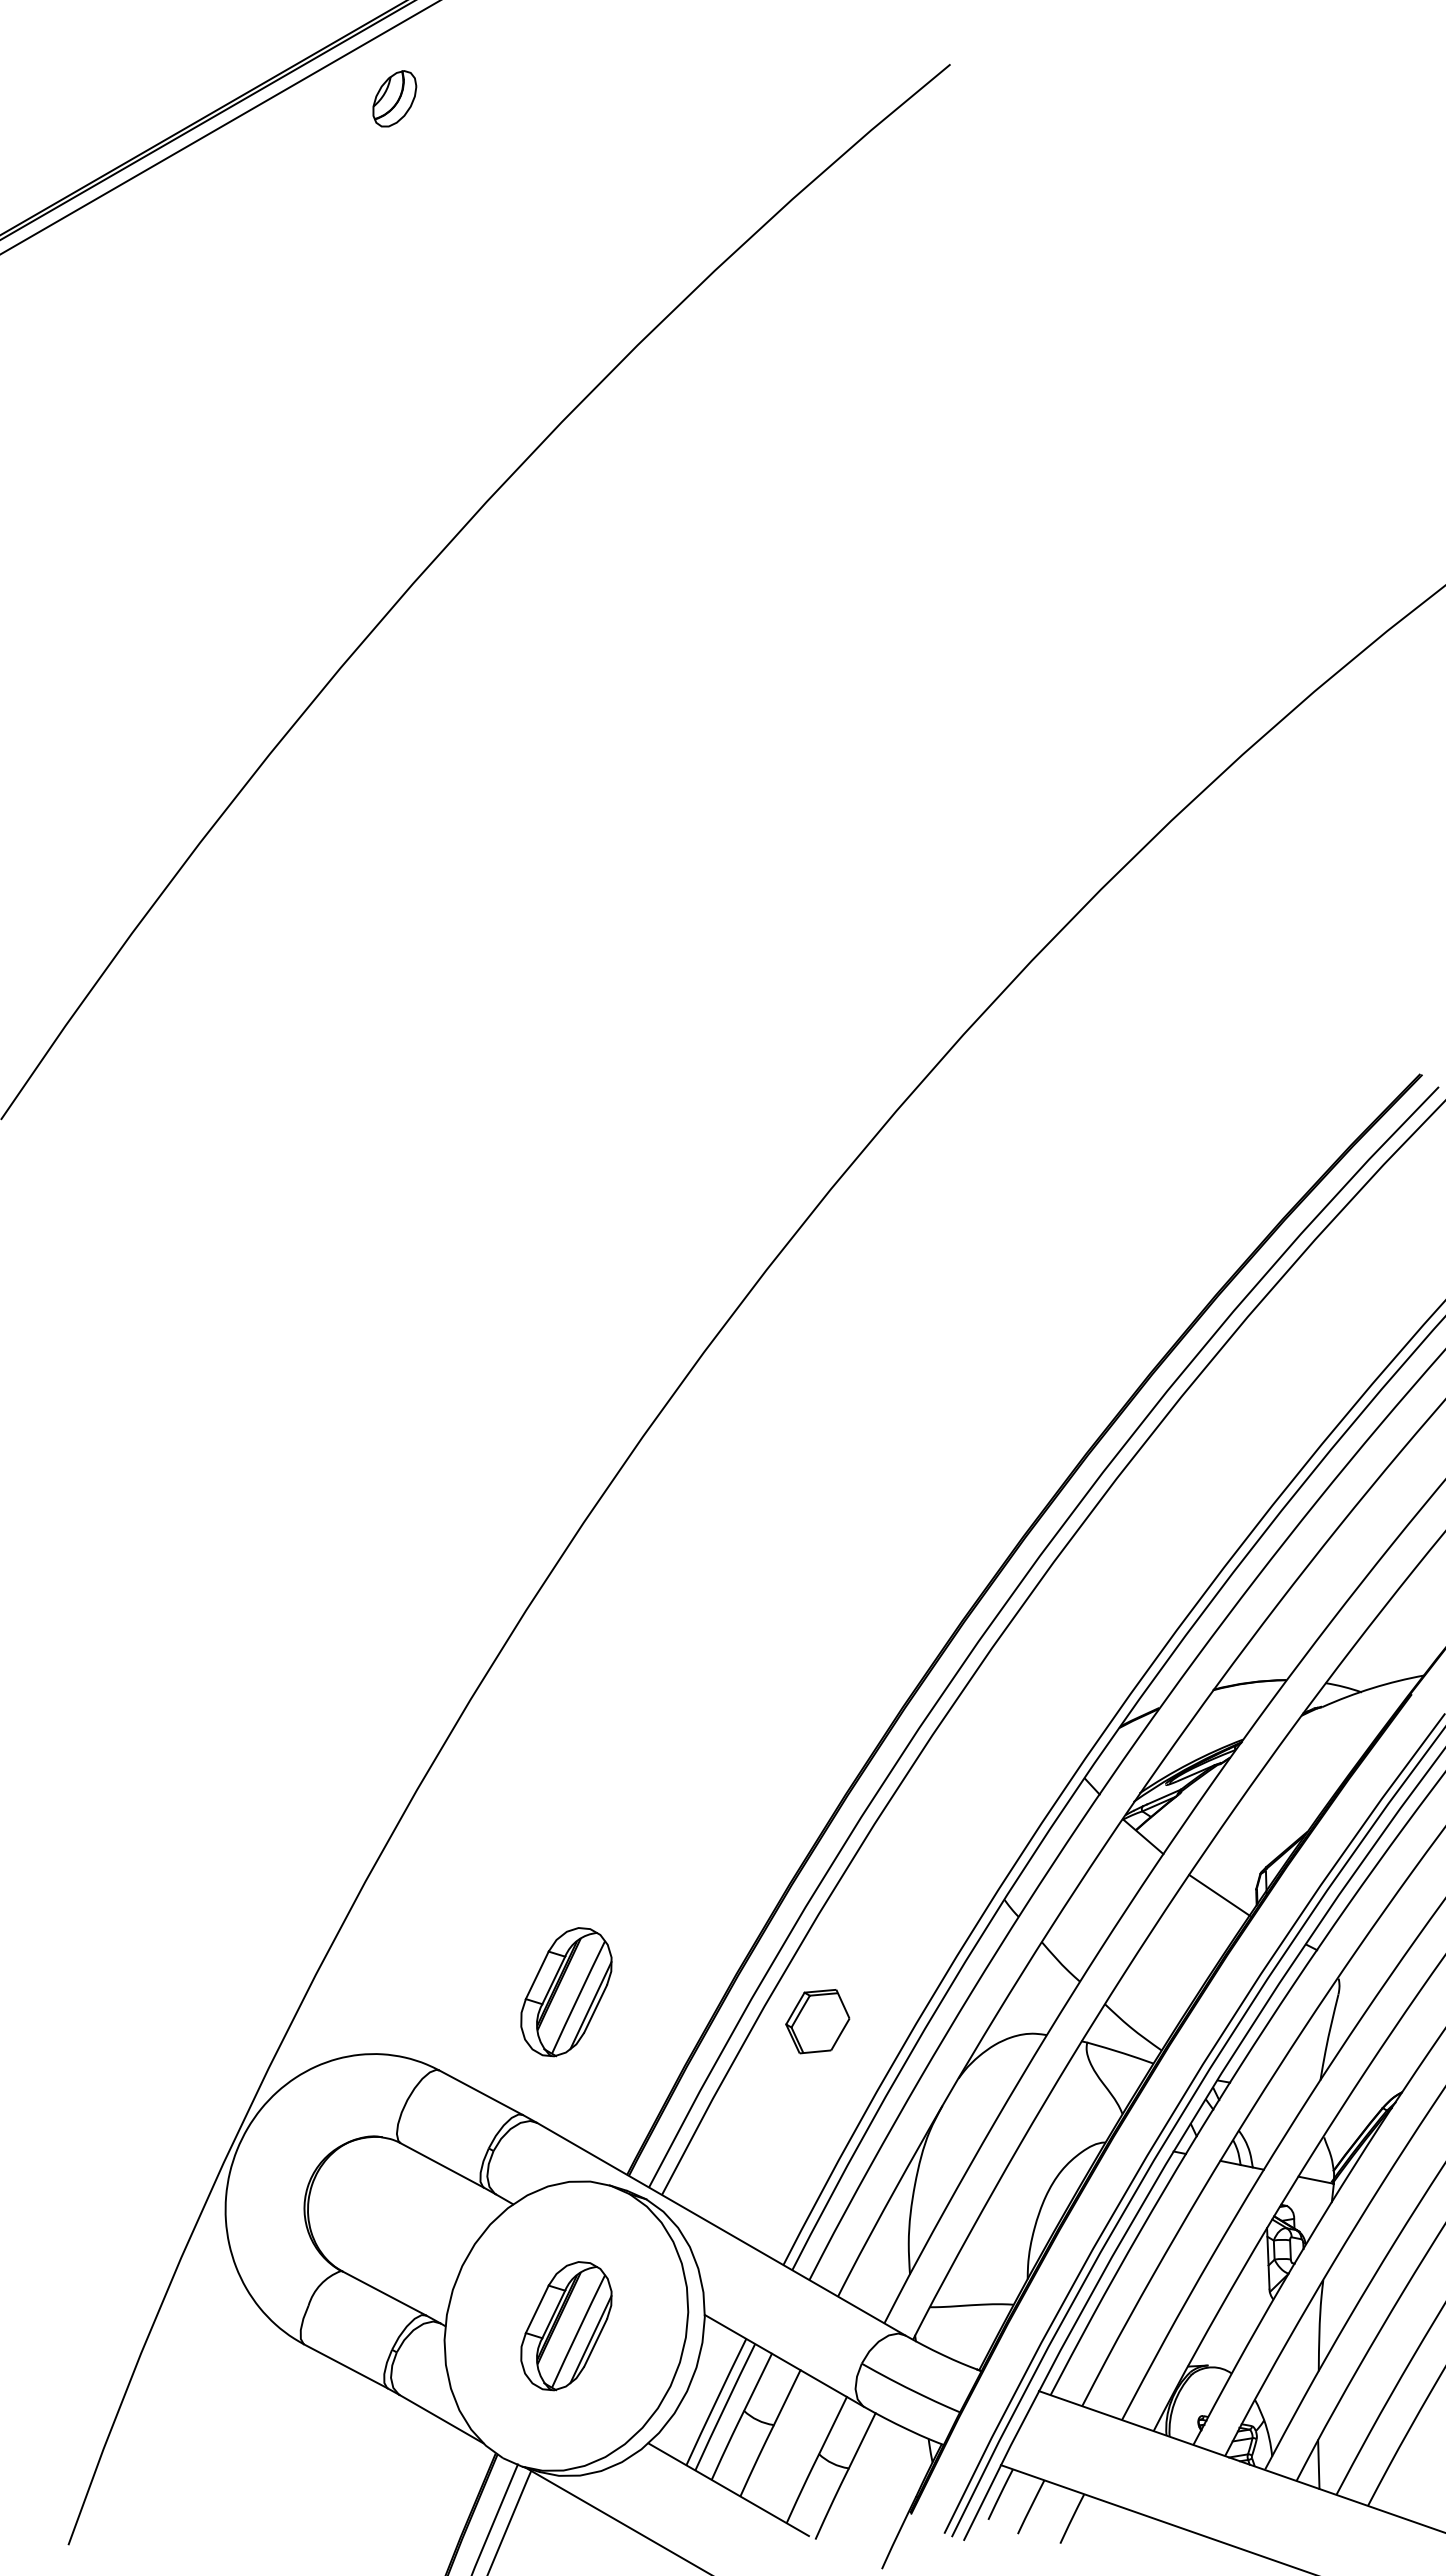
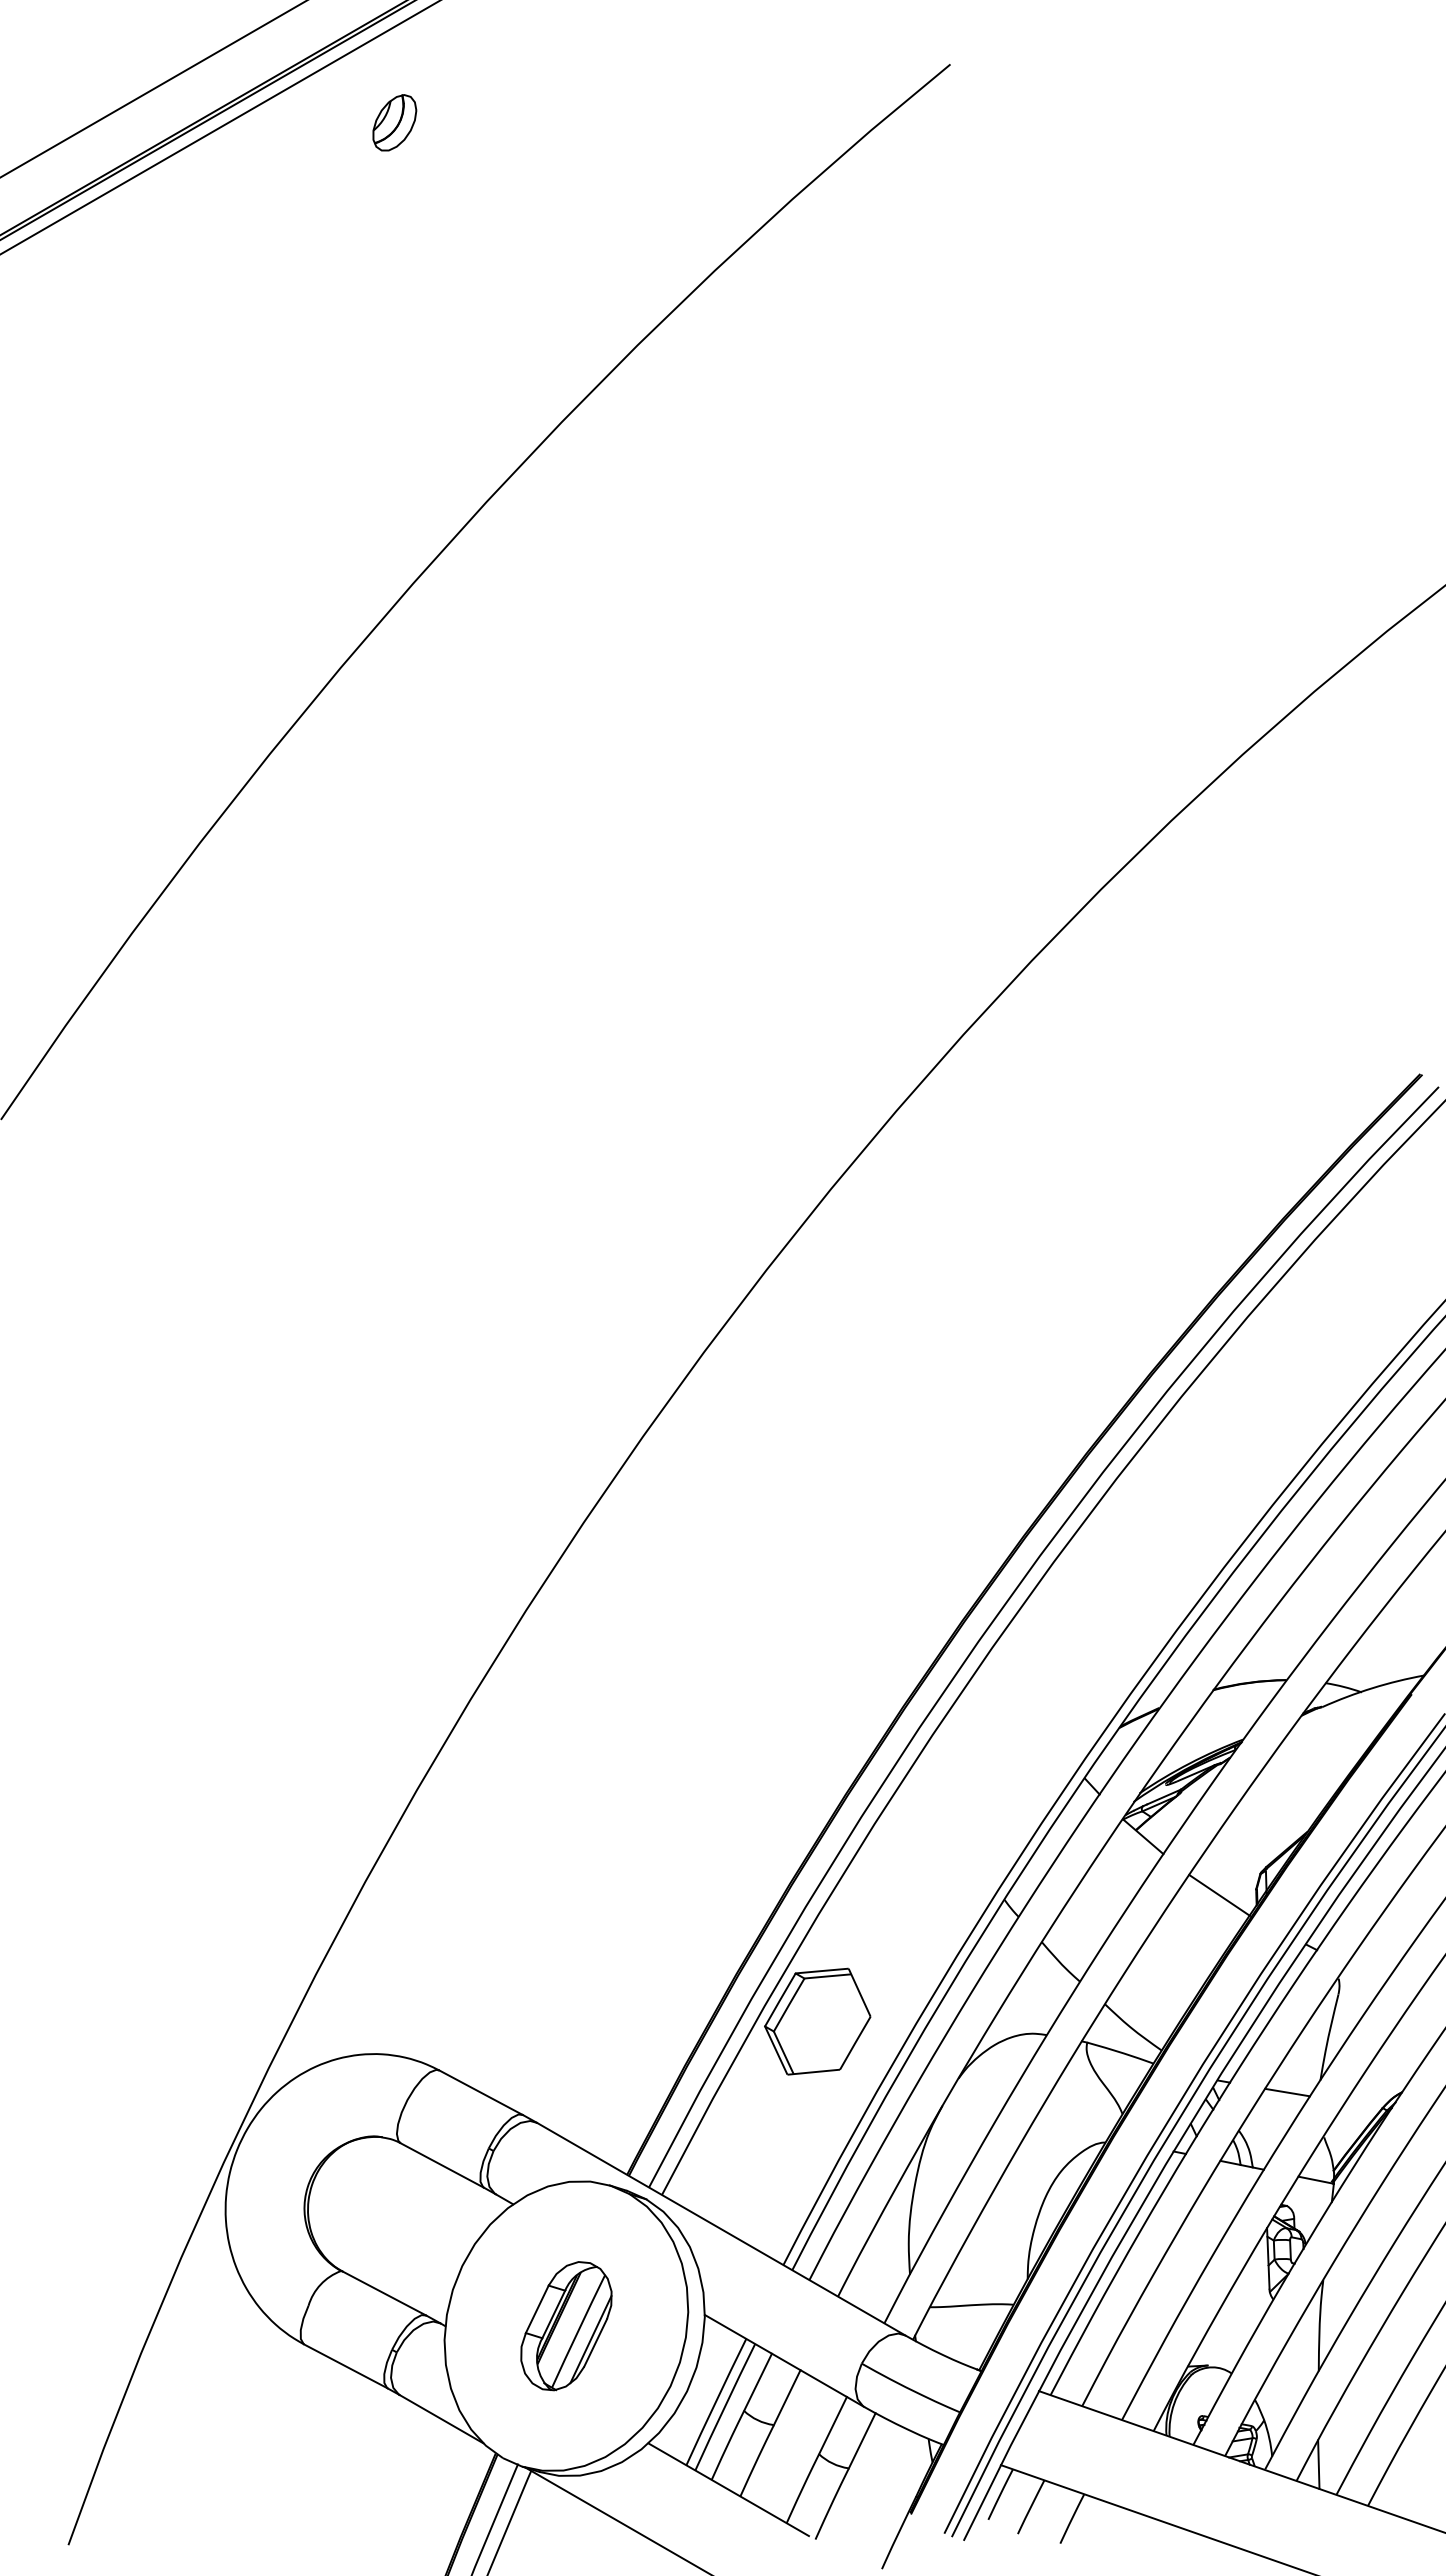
line at (152, 89): none -> present
part at (394, 98) position: (394, 98) -> (394, 122)
part at (566, 1992): present -> none
part at (817, 2021) size: 66x66 px -> 108x109 px
line at (1287, 2092): none -> present
